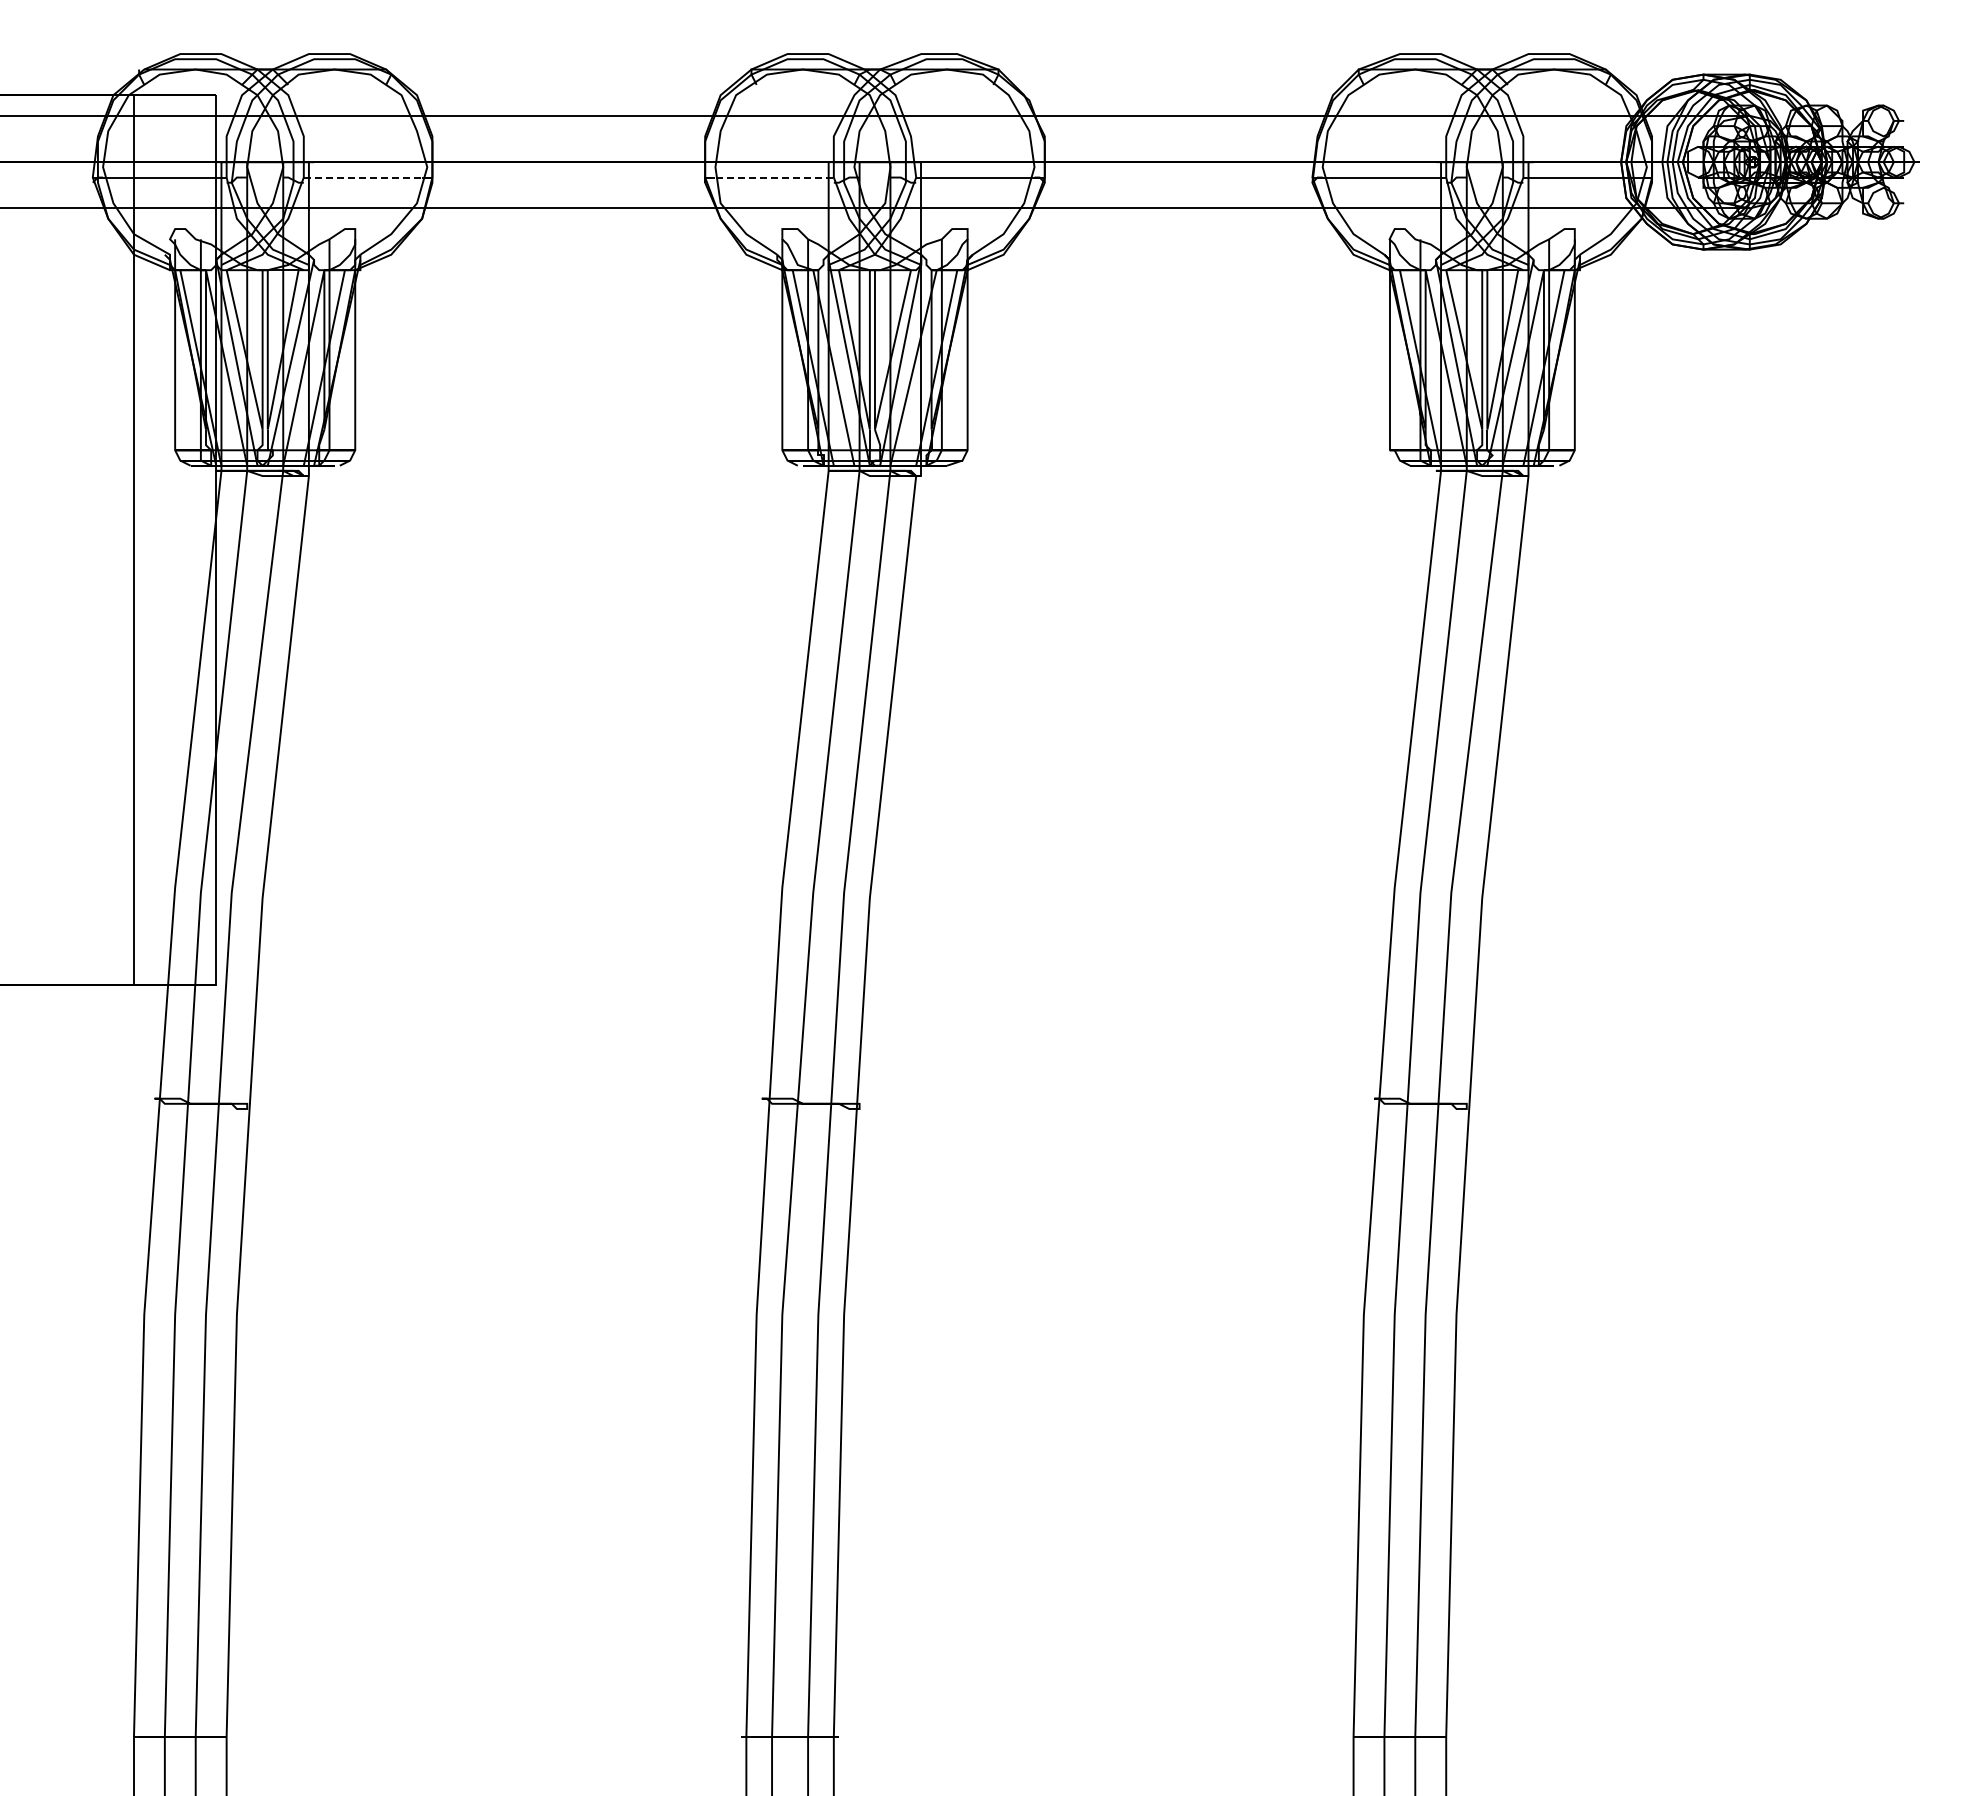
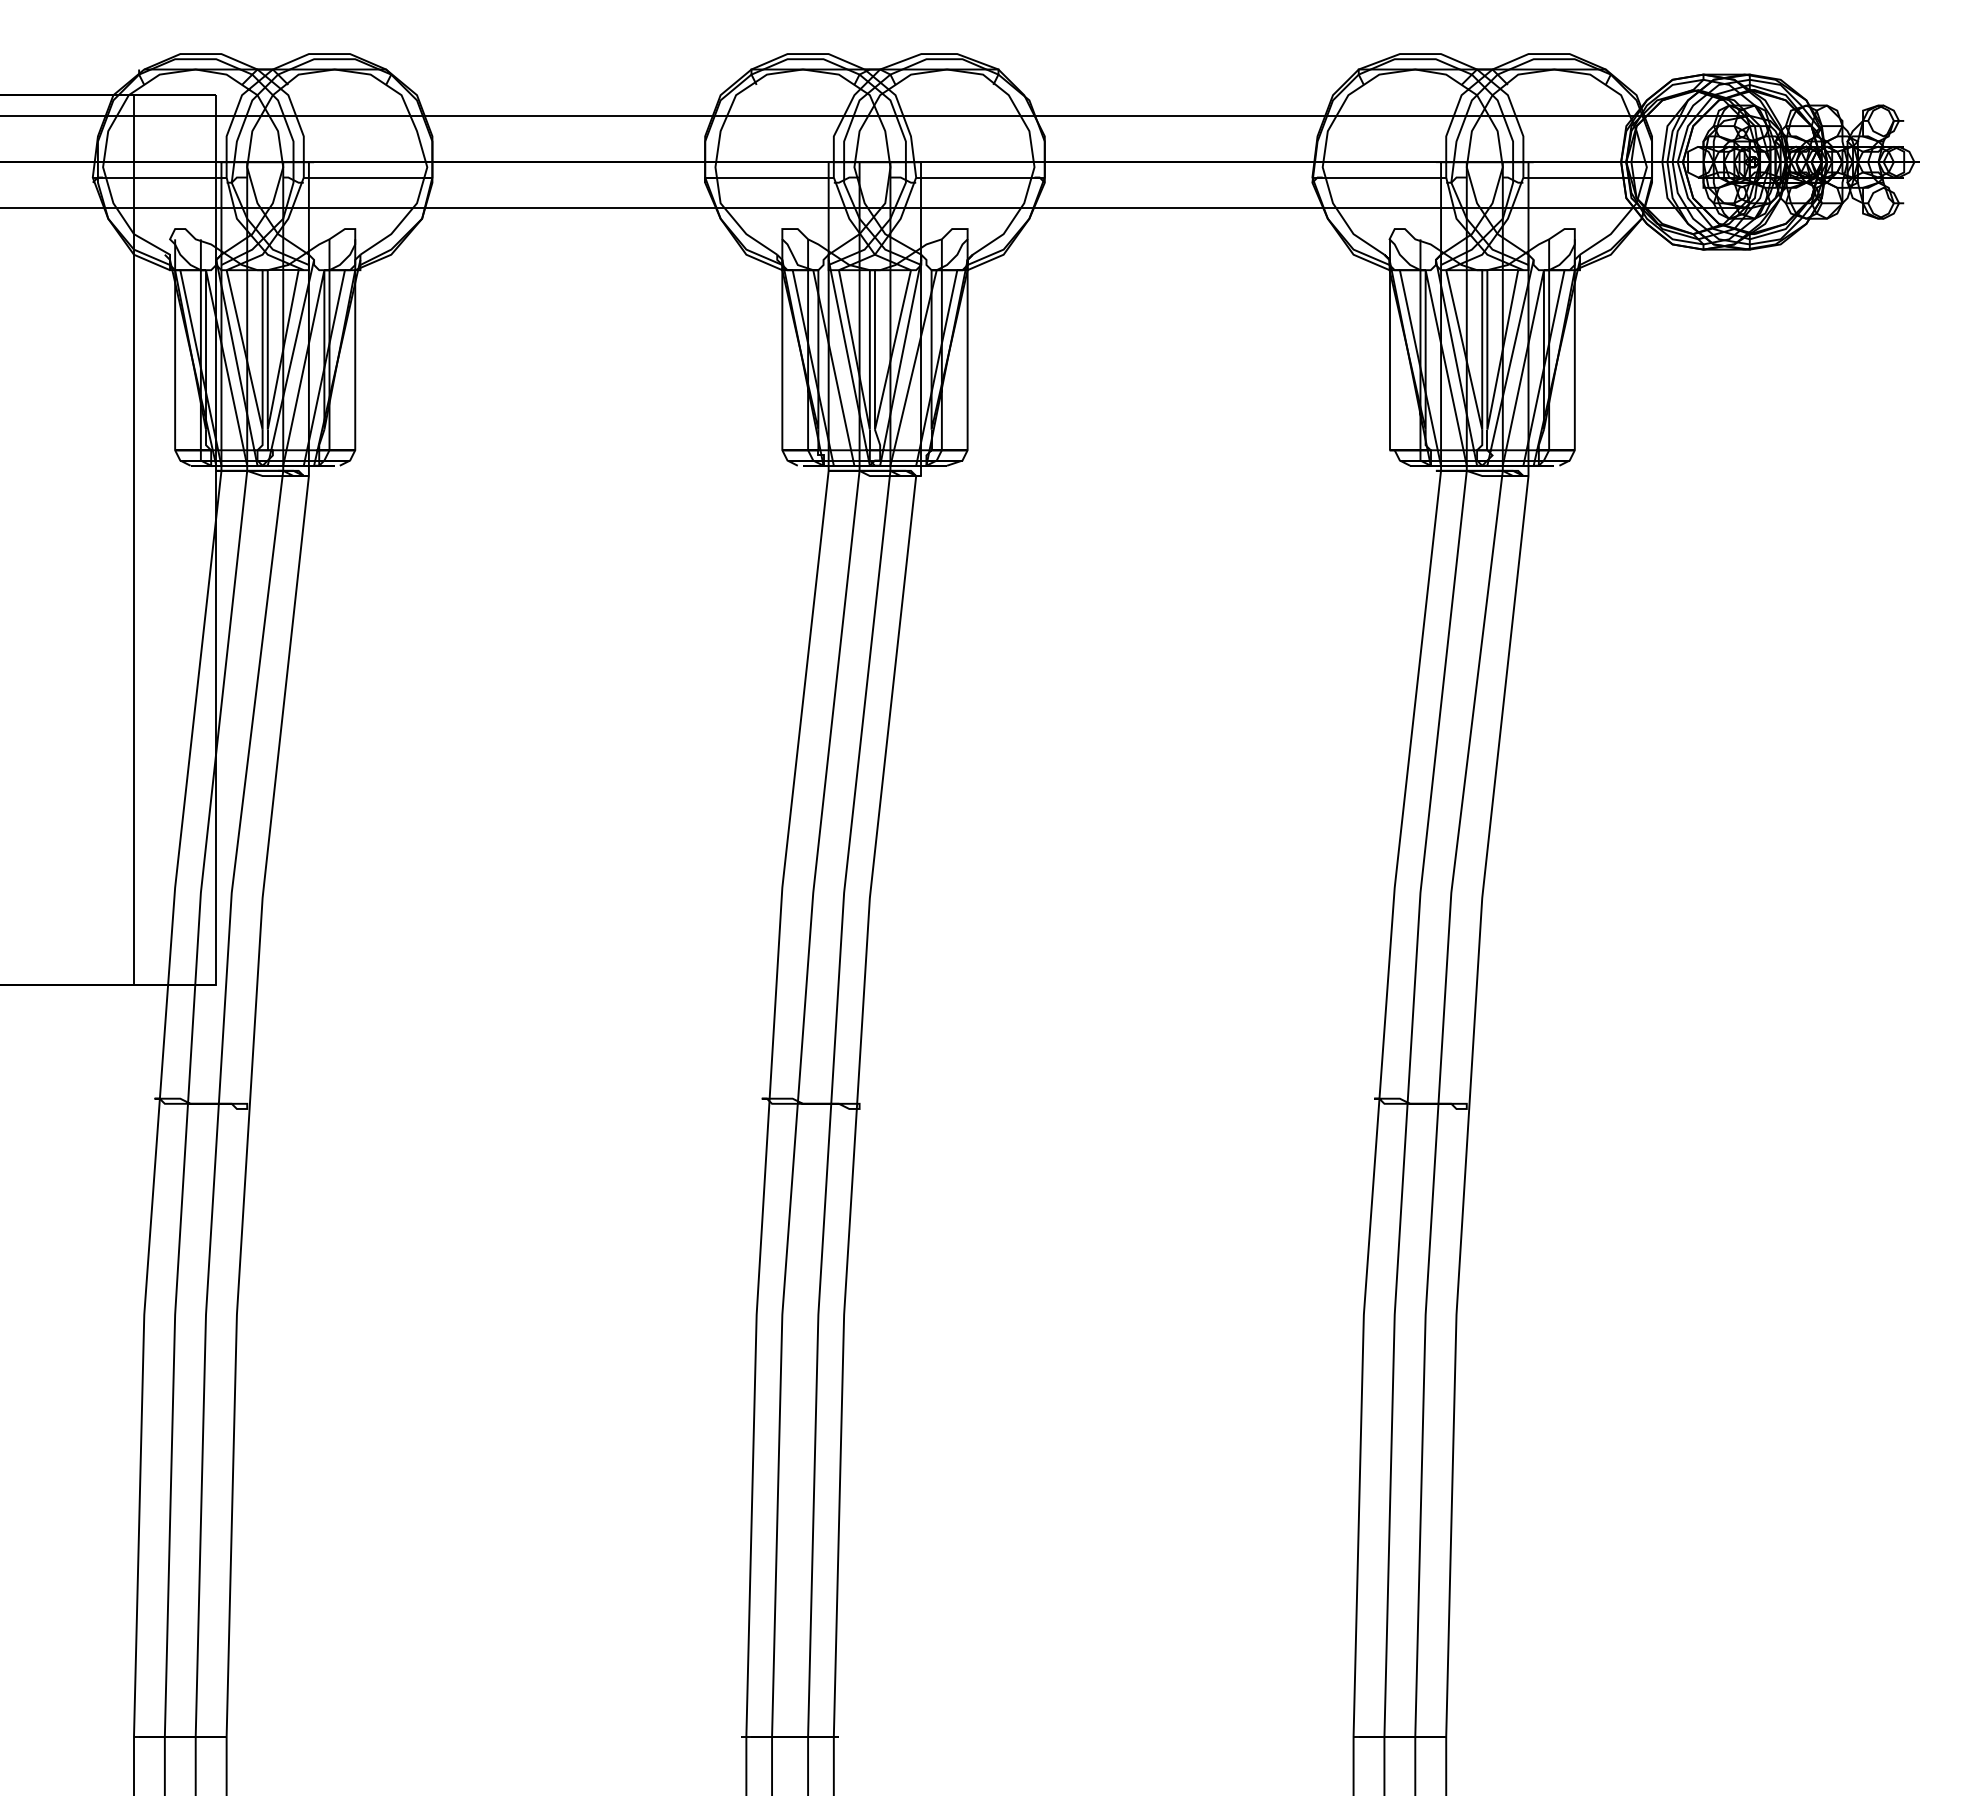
line at (368, 177): dashed -> solid
line at (770, 177): dashed -> solid
